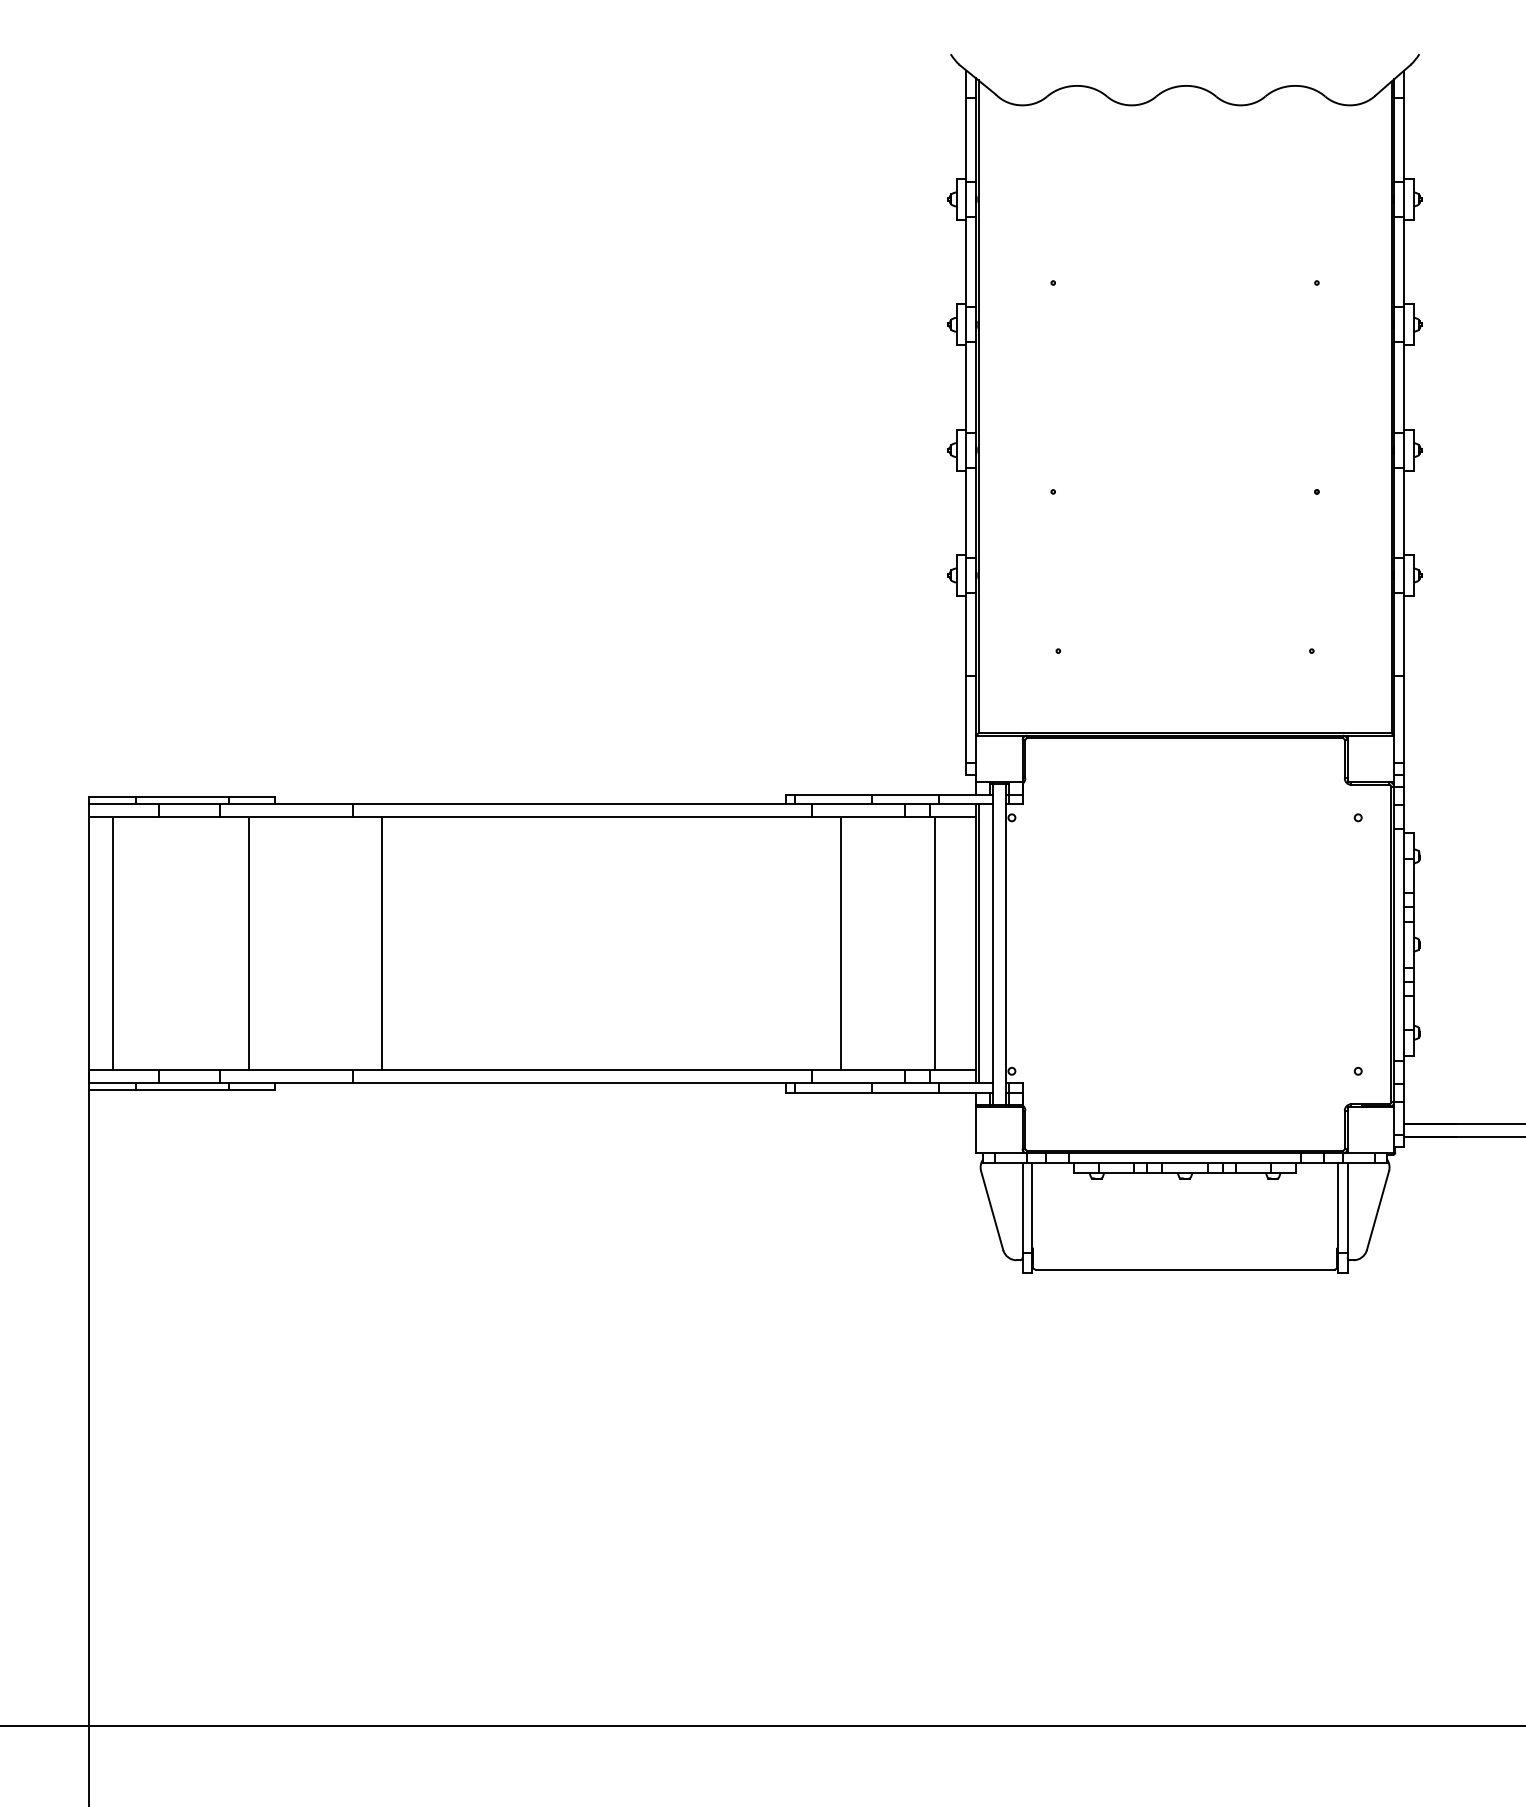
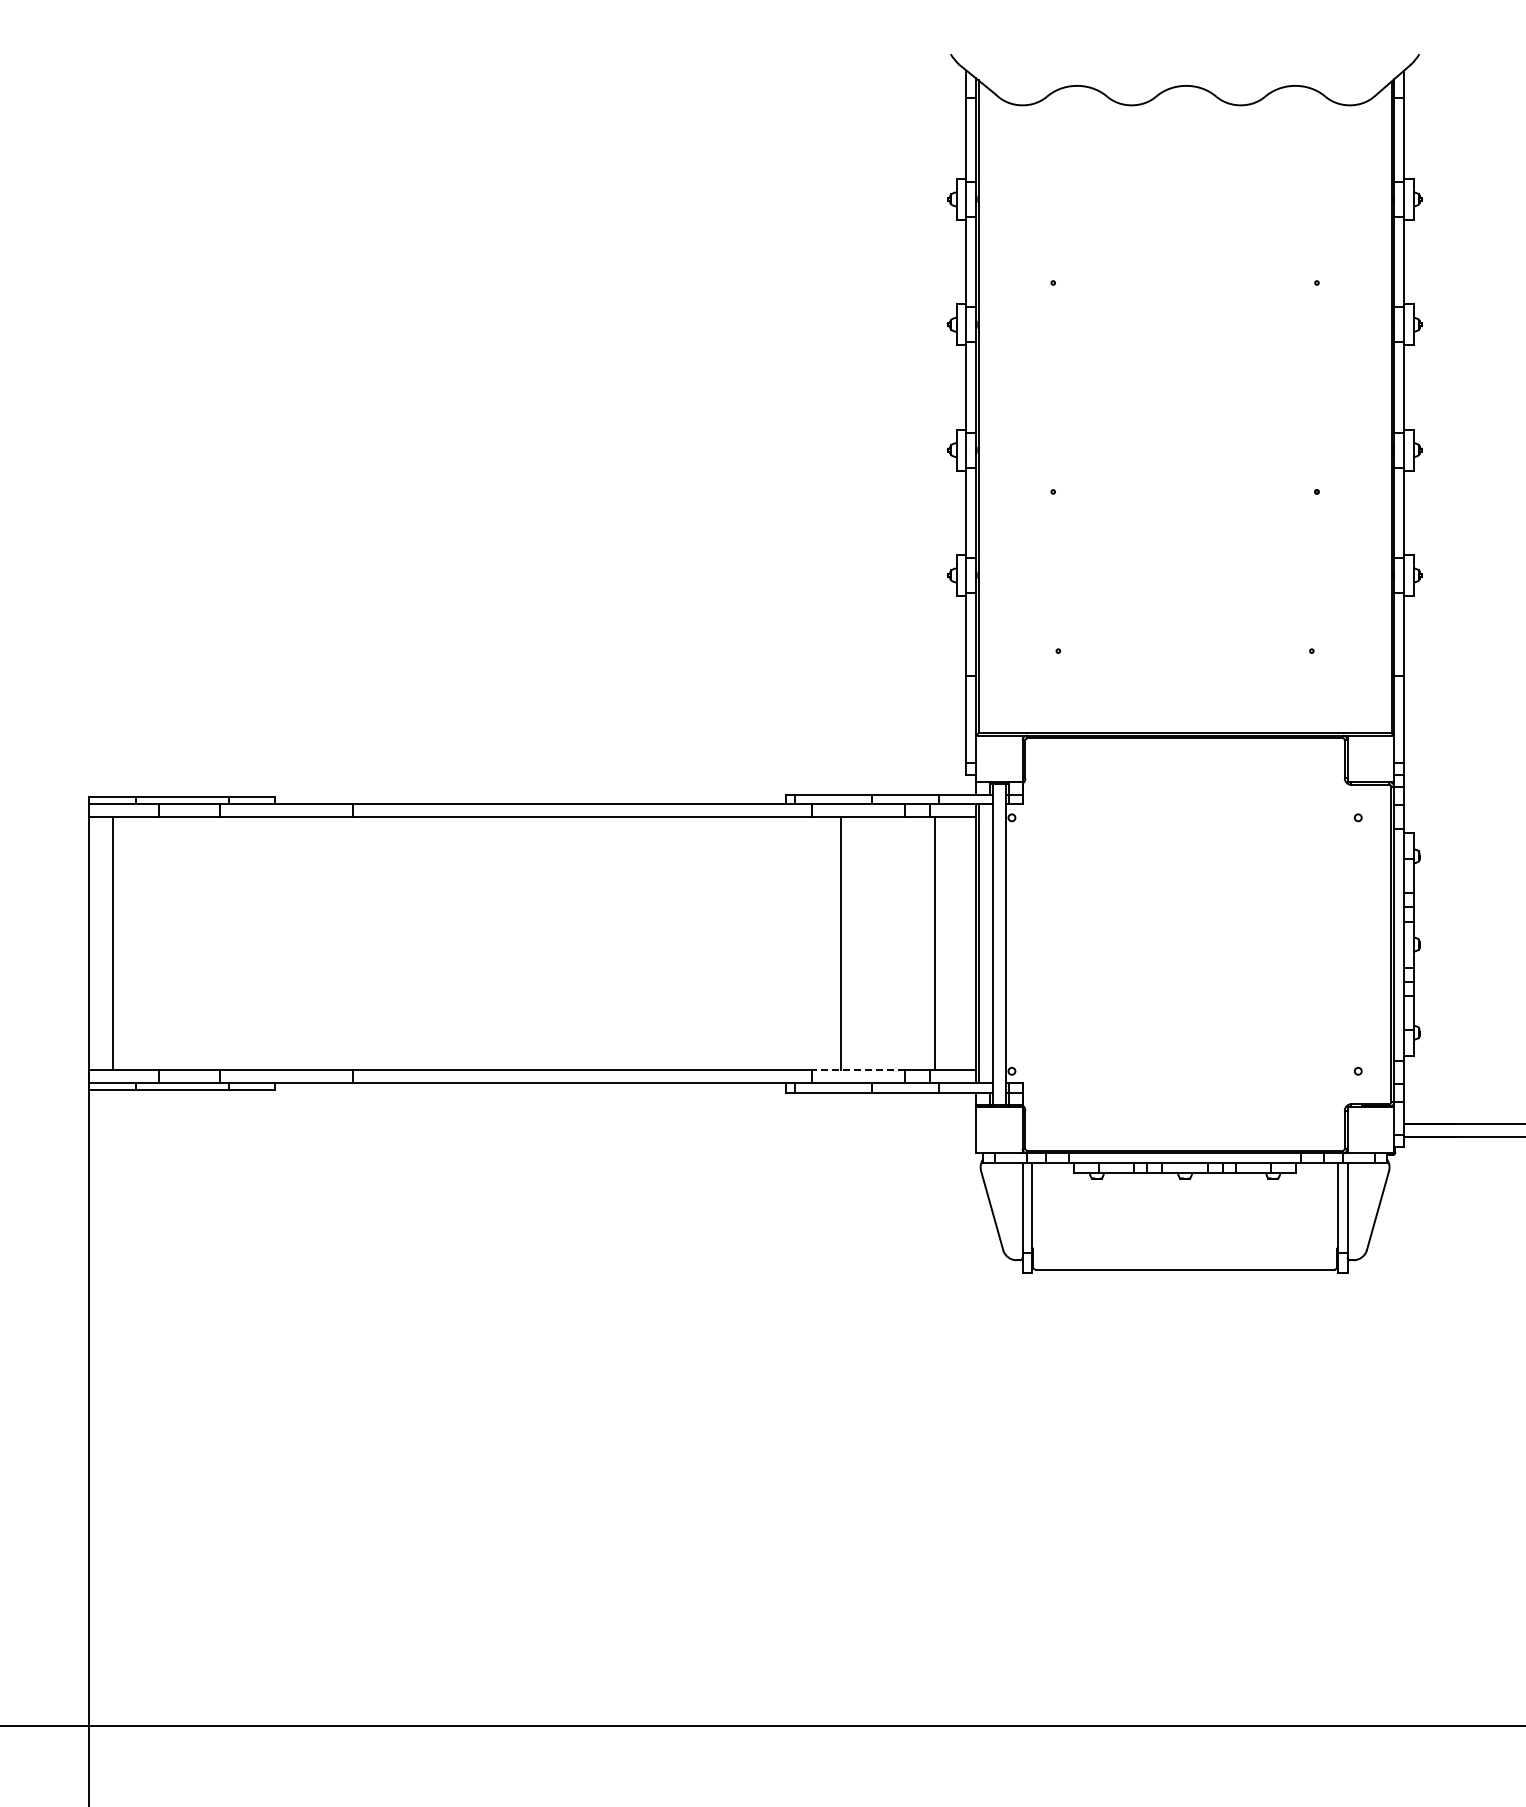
line at (249, 943): present -> none
line at (382, 943): present -> none
line at (858, 1070): solid -> dashed
